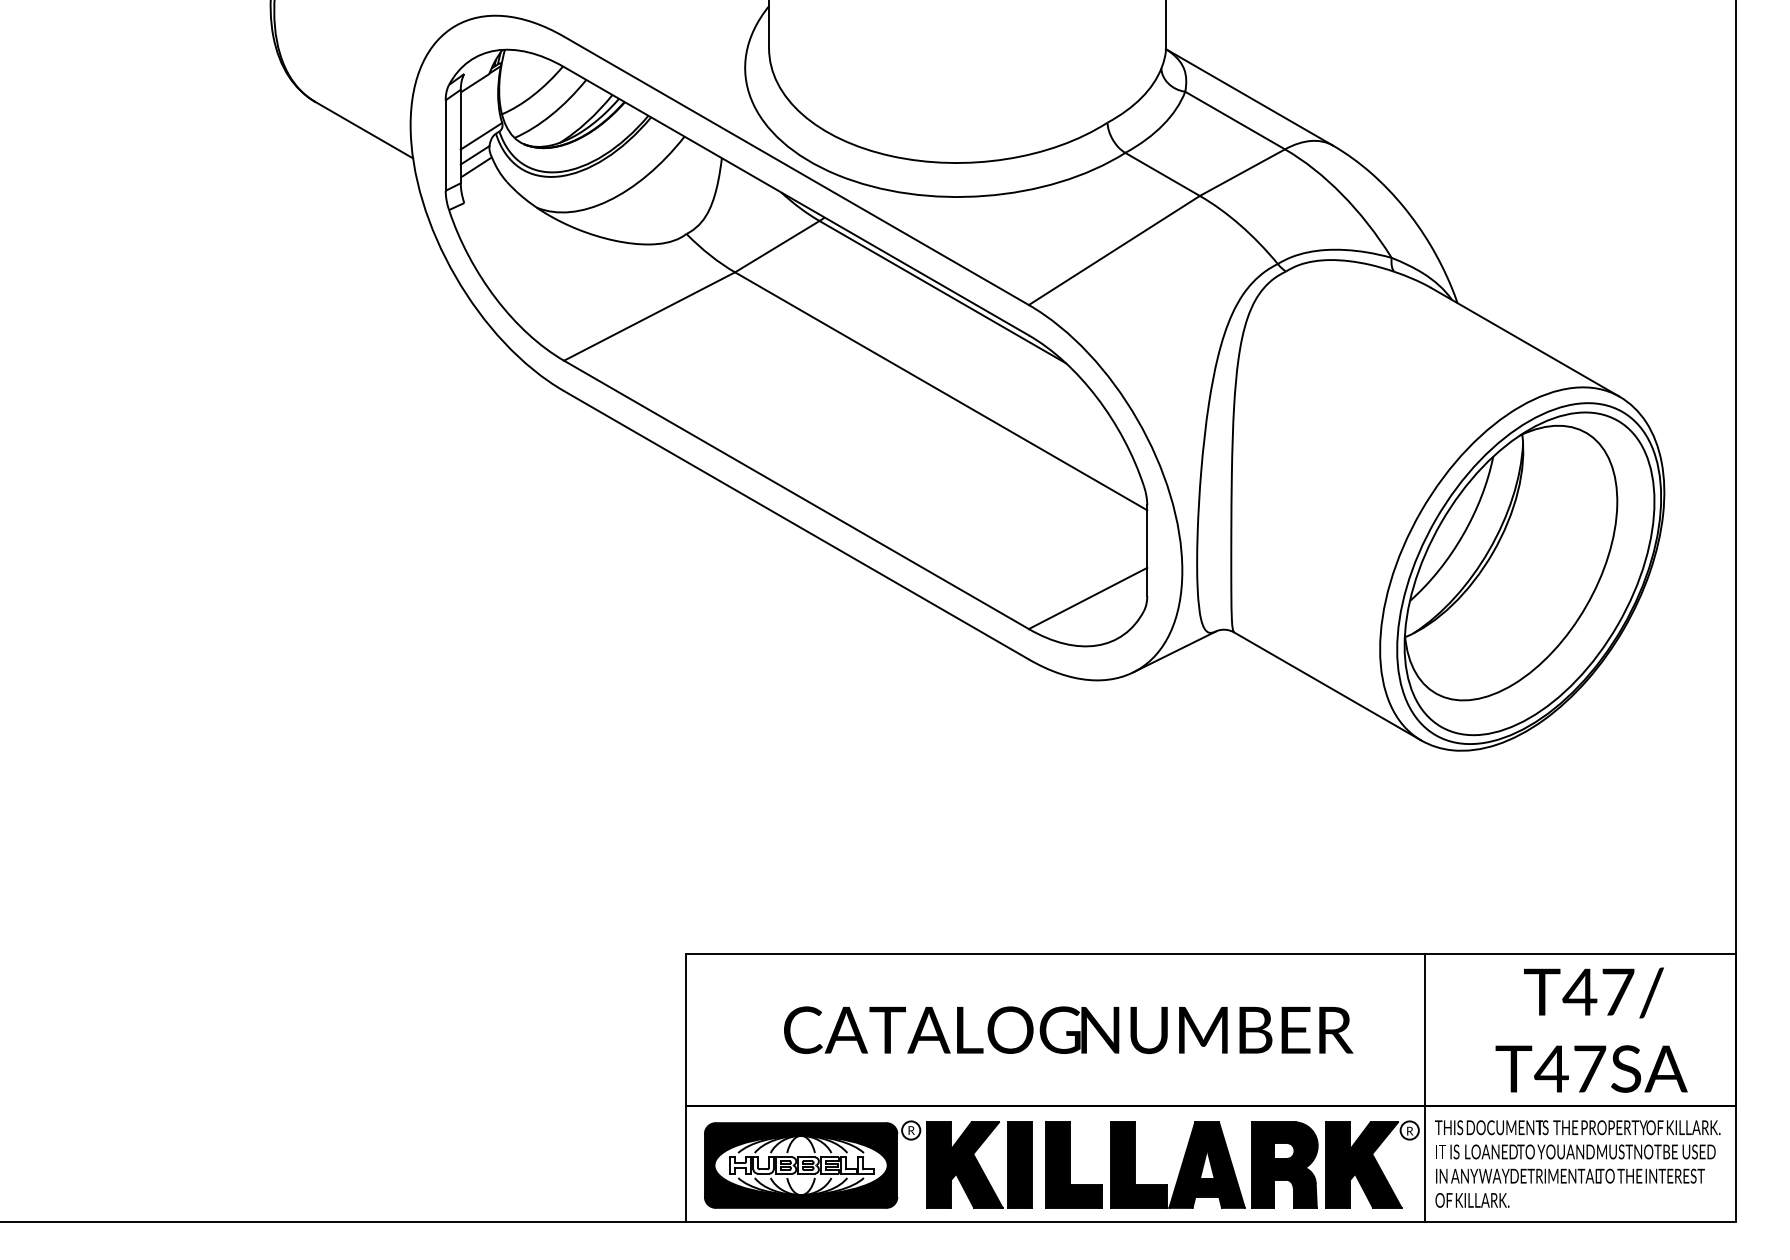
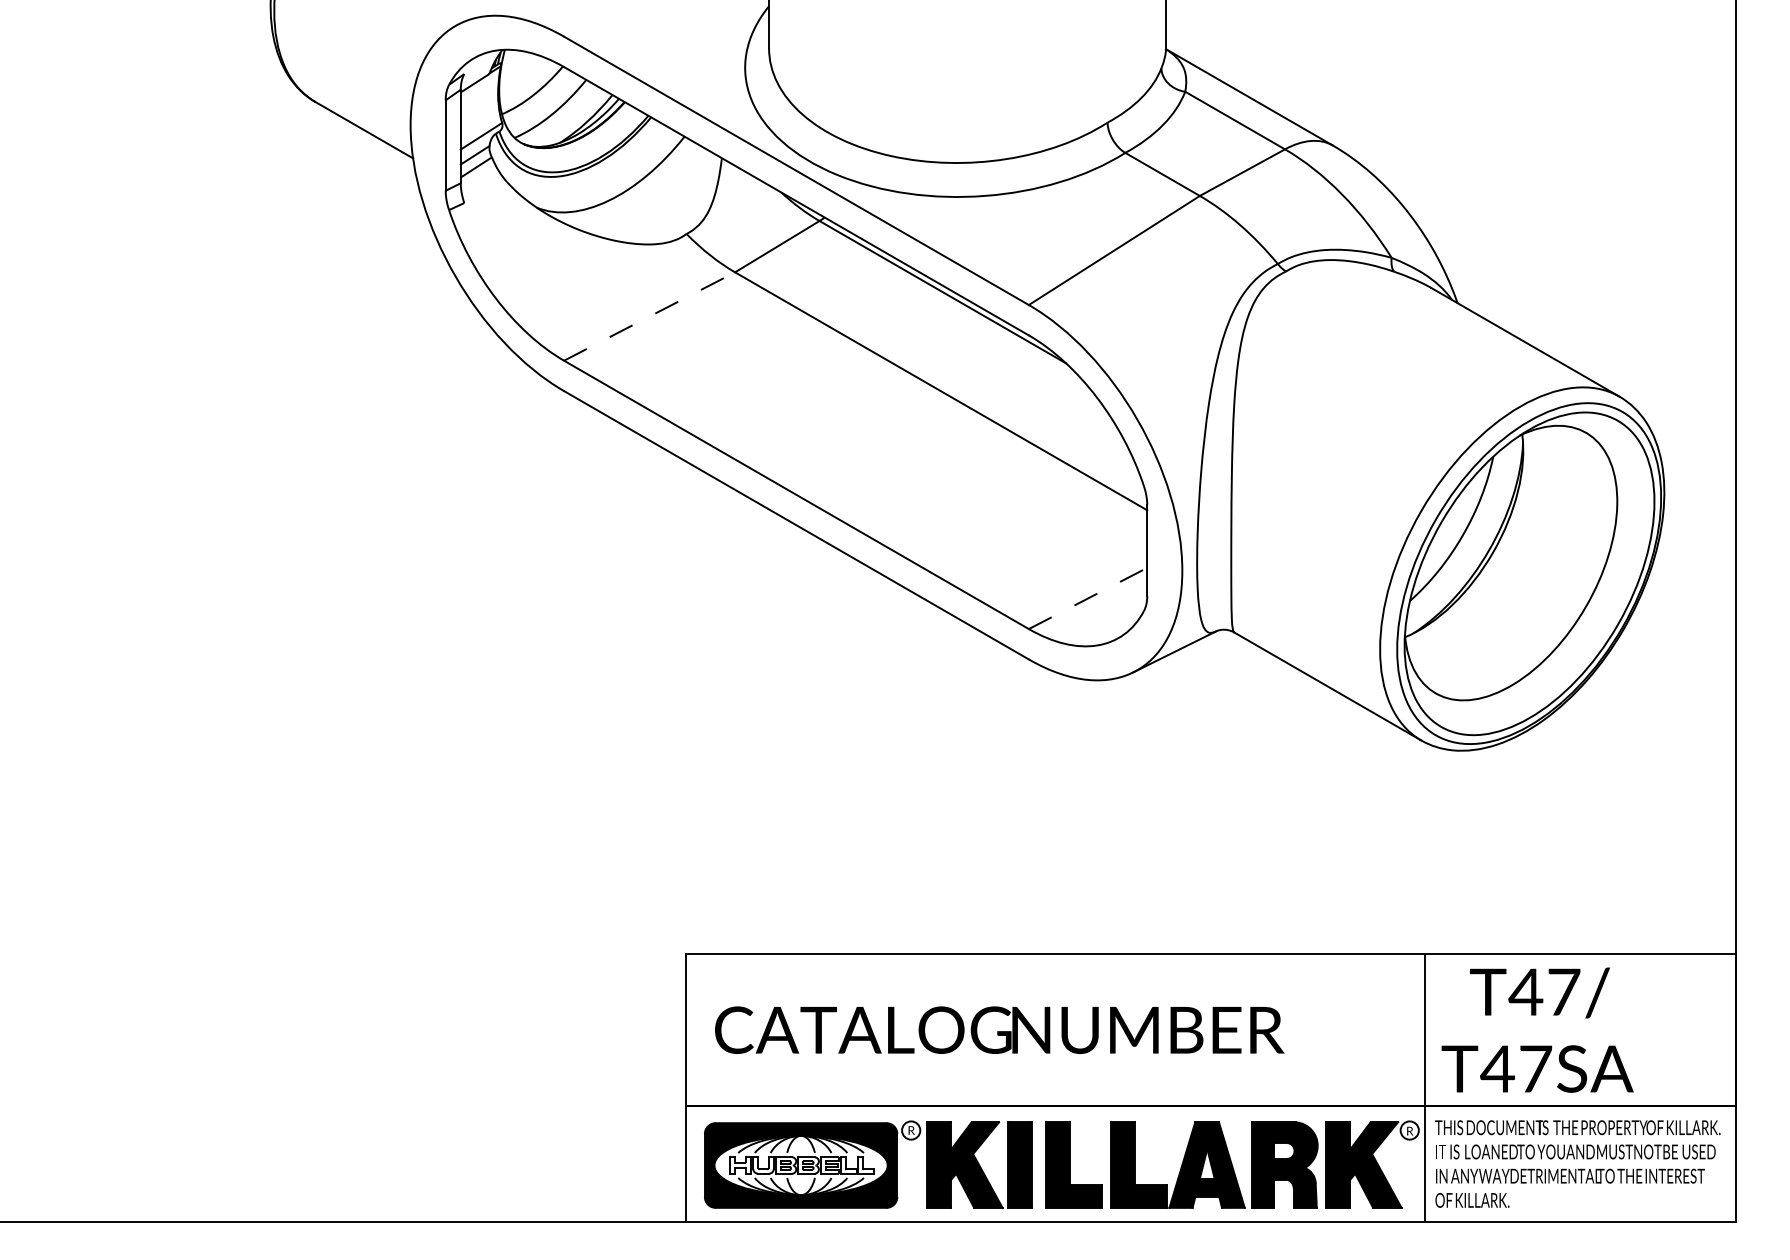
line at (650, 316): solid -> dashed
line at (1088, 598): solid -> dashed
text at (1591, 1029) position: (1591, 1029) -> (1537, 1029)
text at (1068, 1030) position: (1068, 1030) -> (999, 1030)
